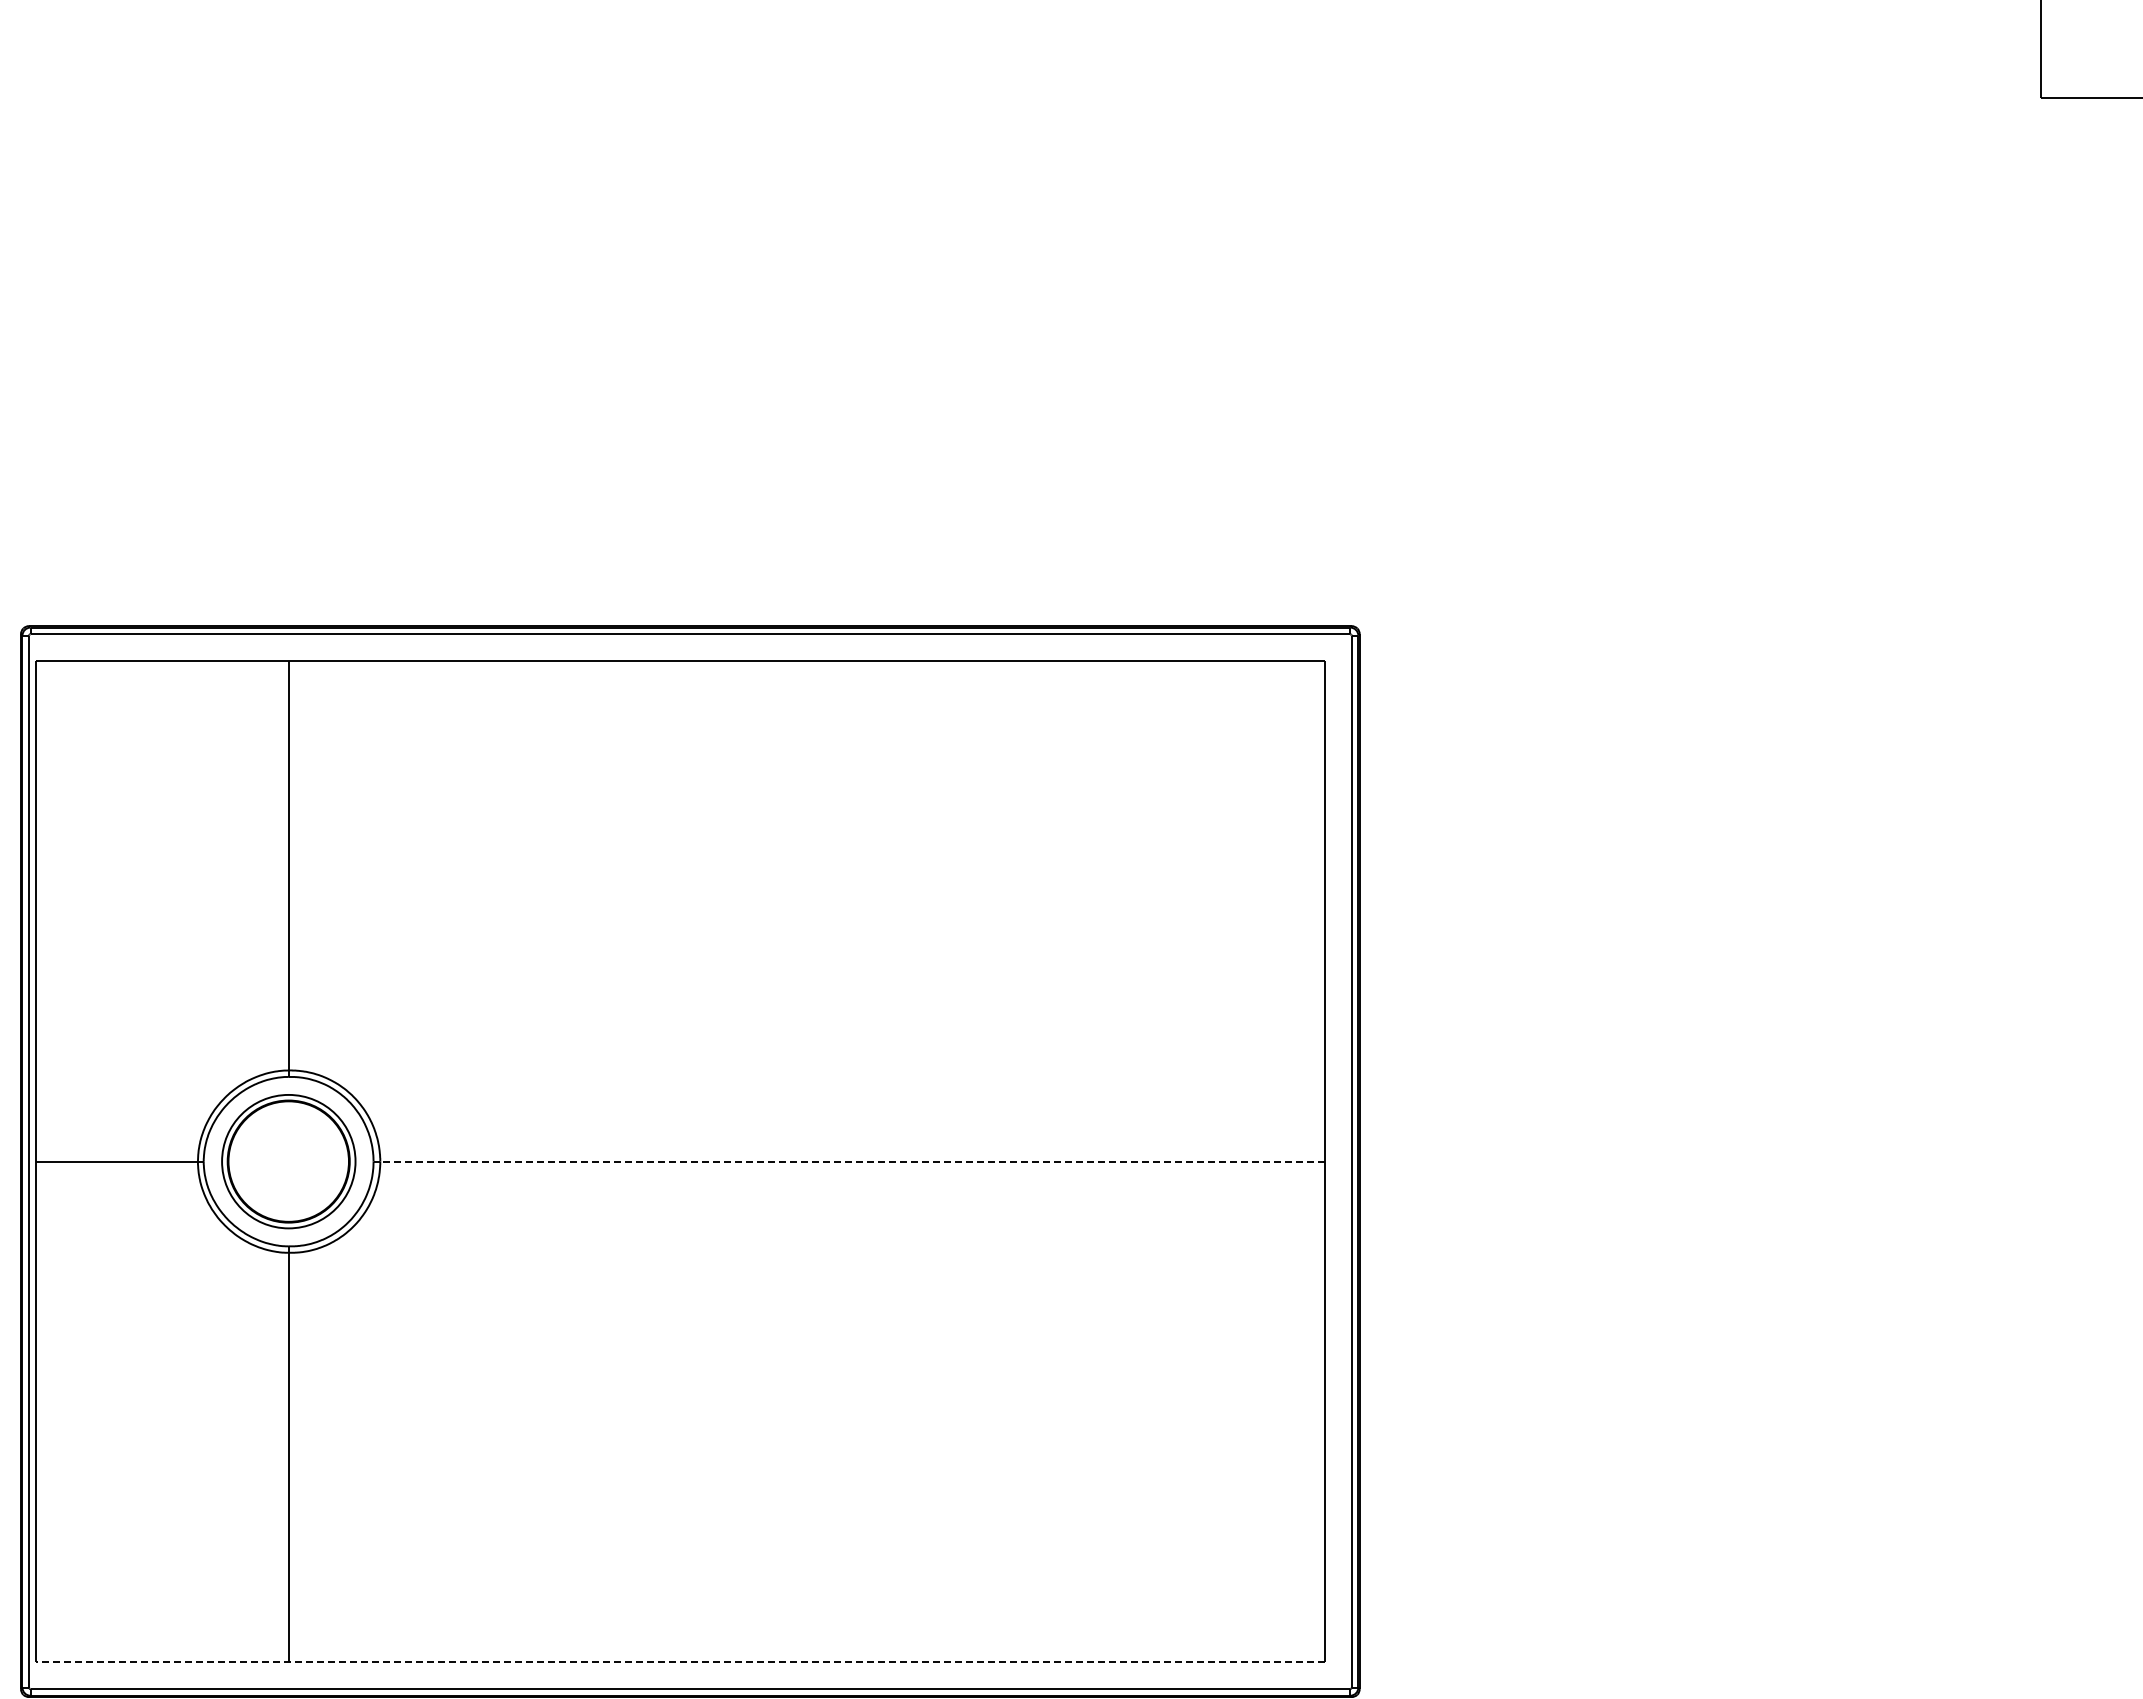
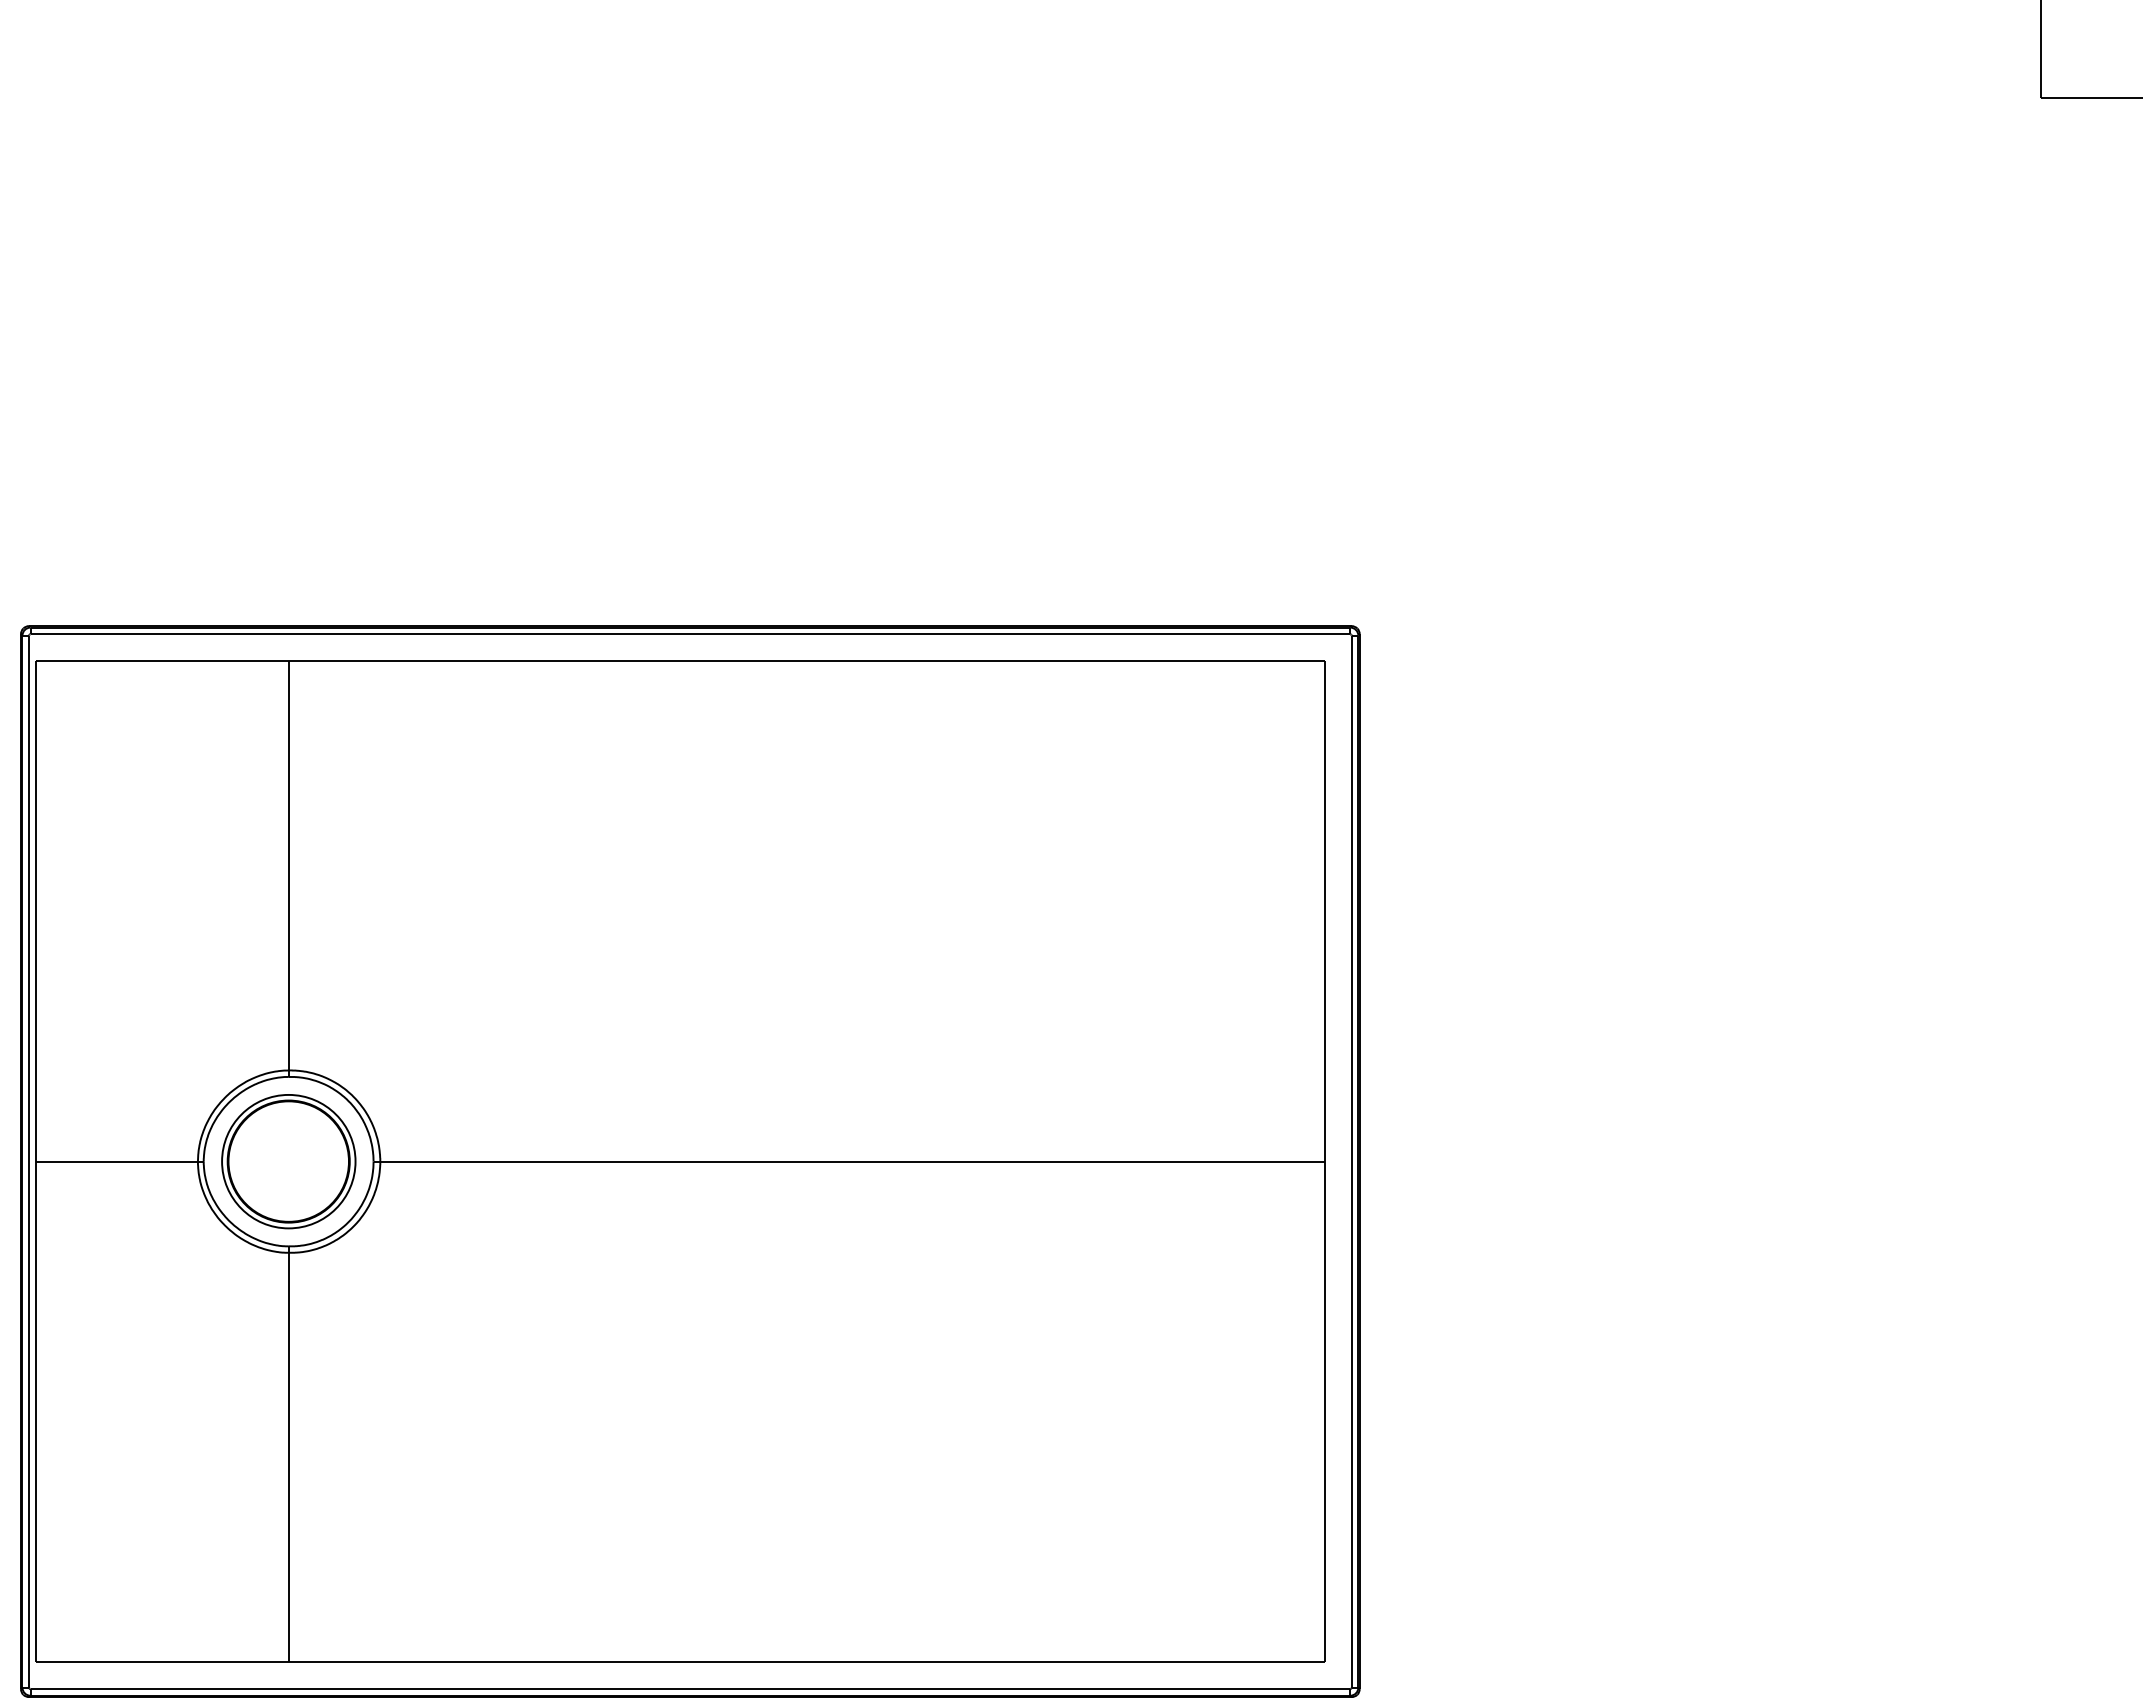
line at (851, 1161): dashed -> solid
line at (679, 1662): dashed -> solid
